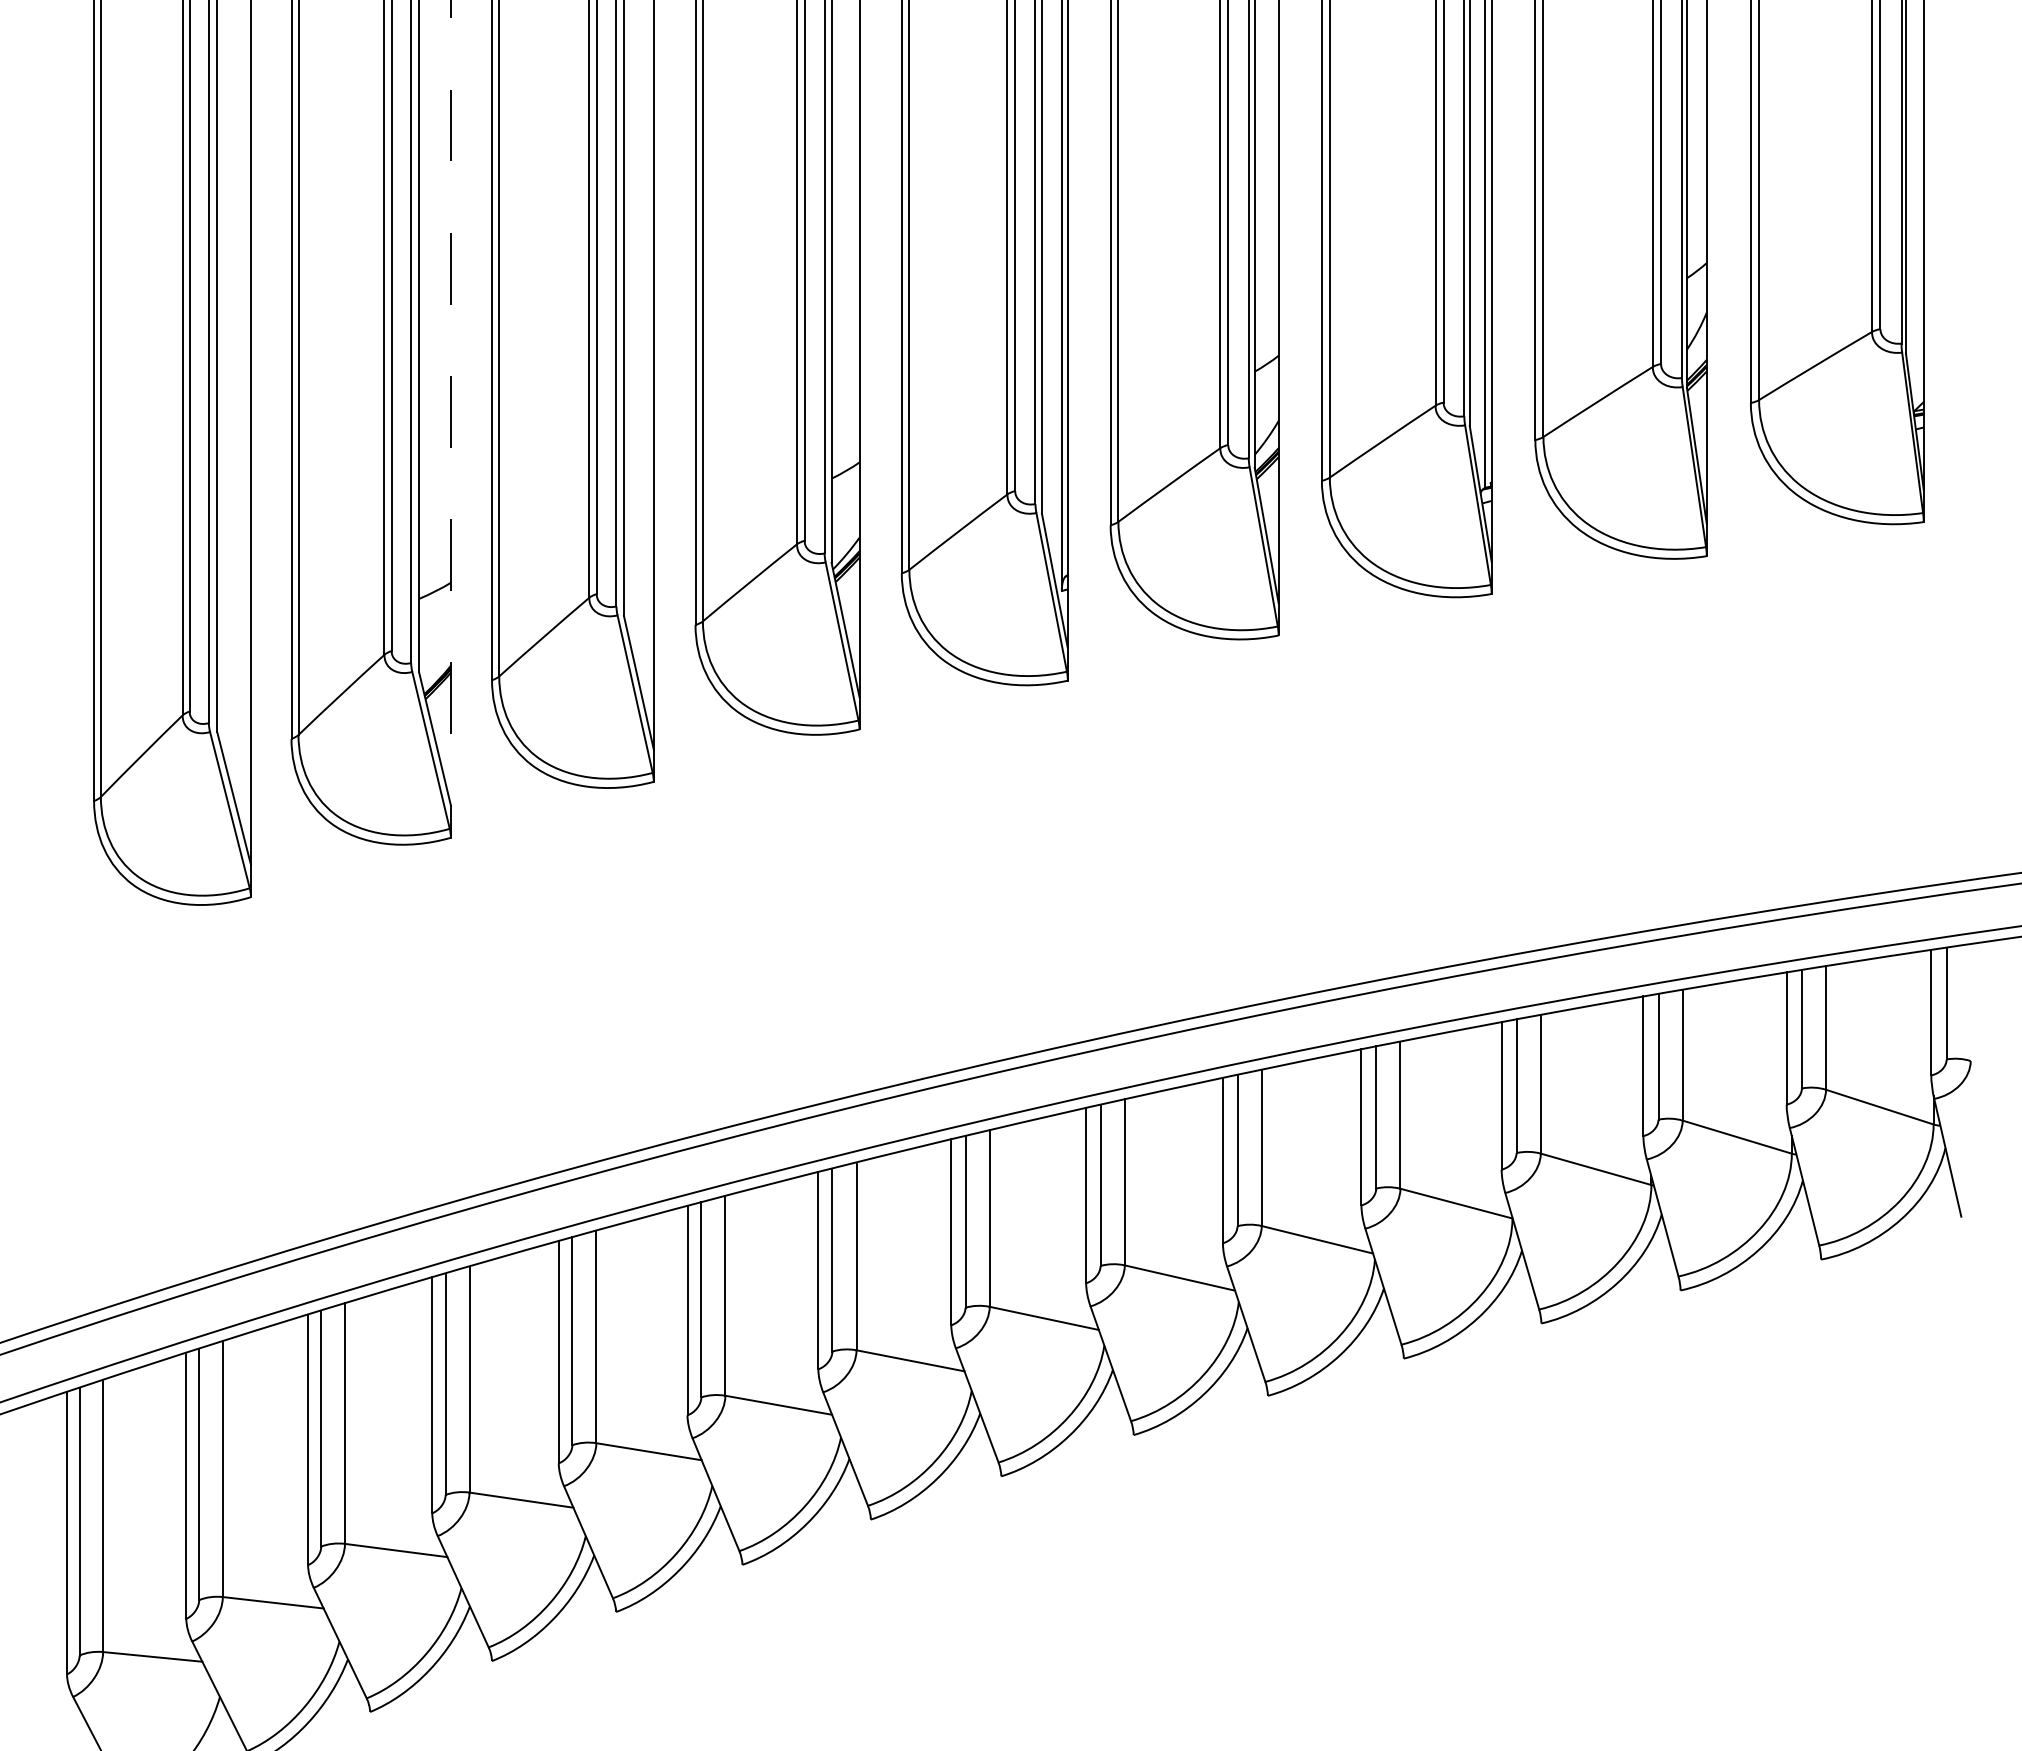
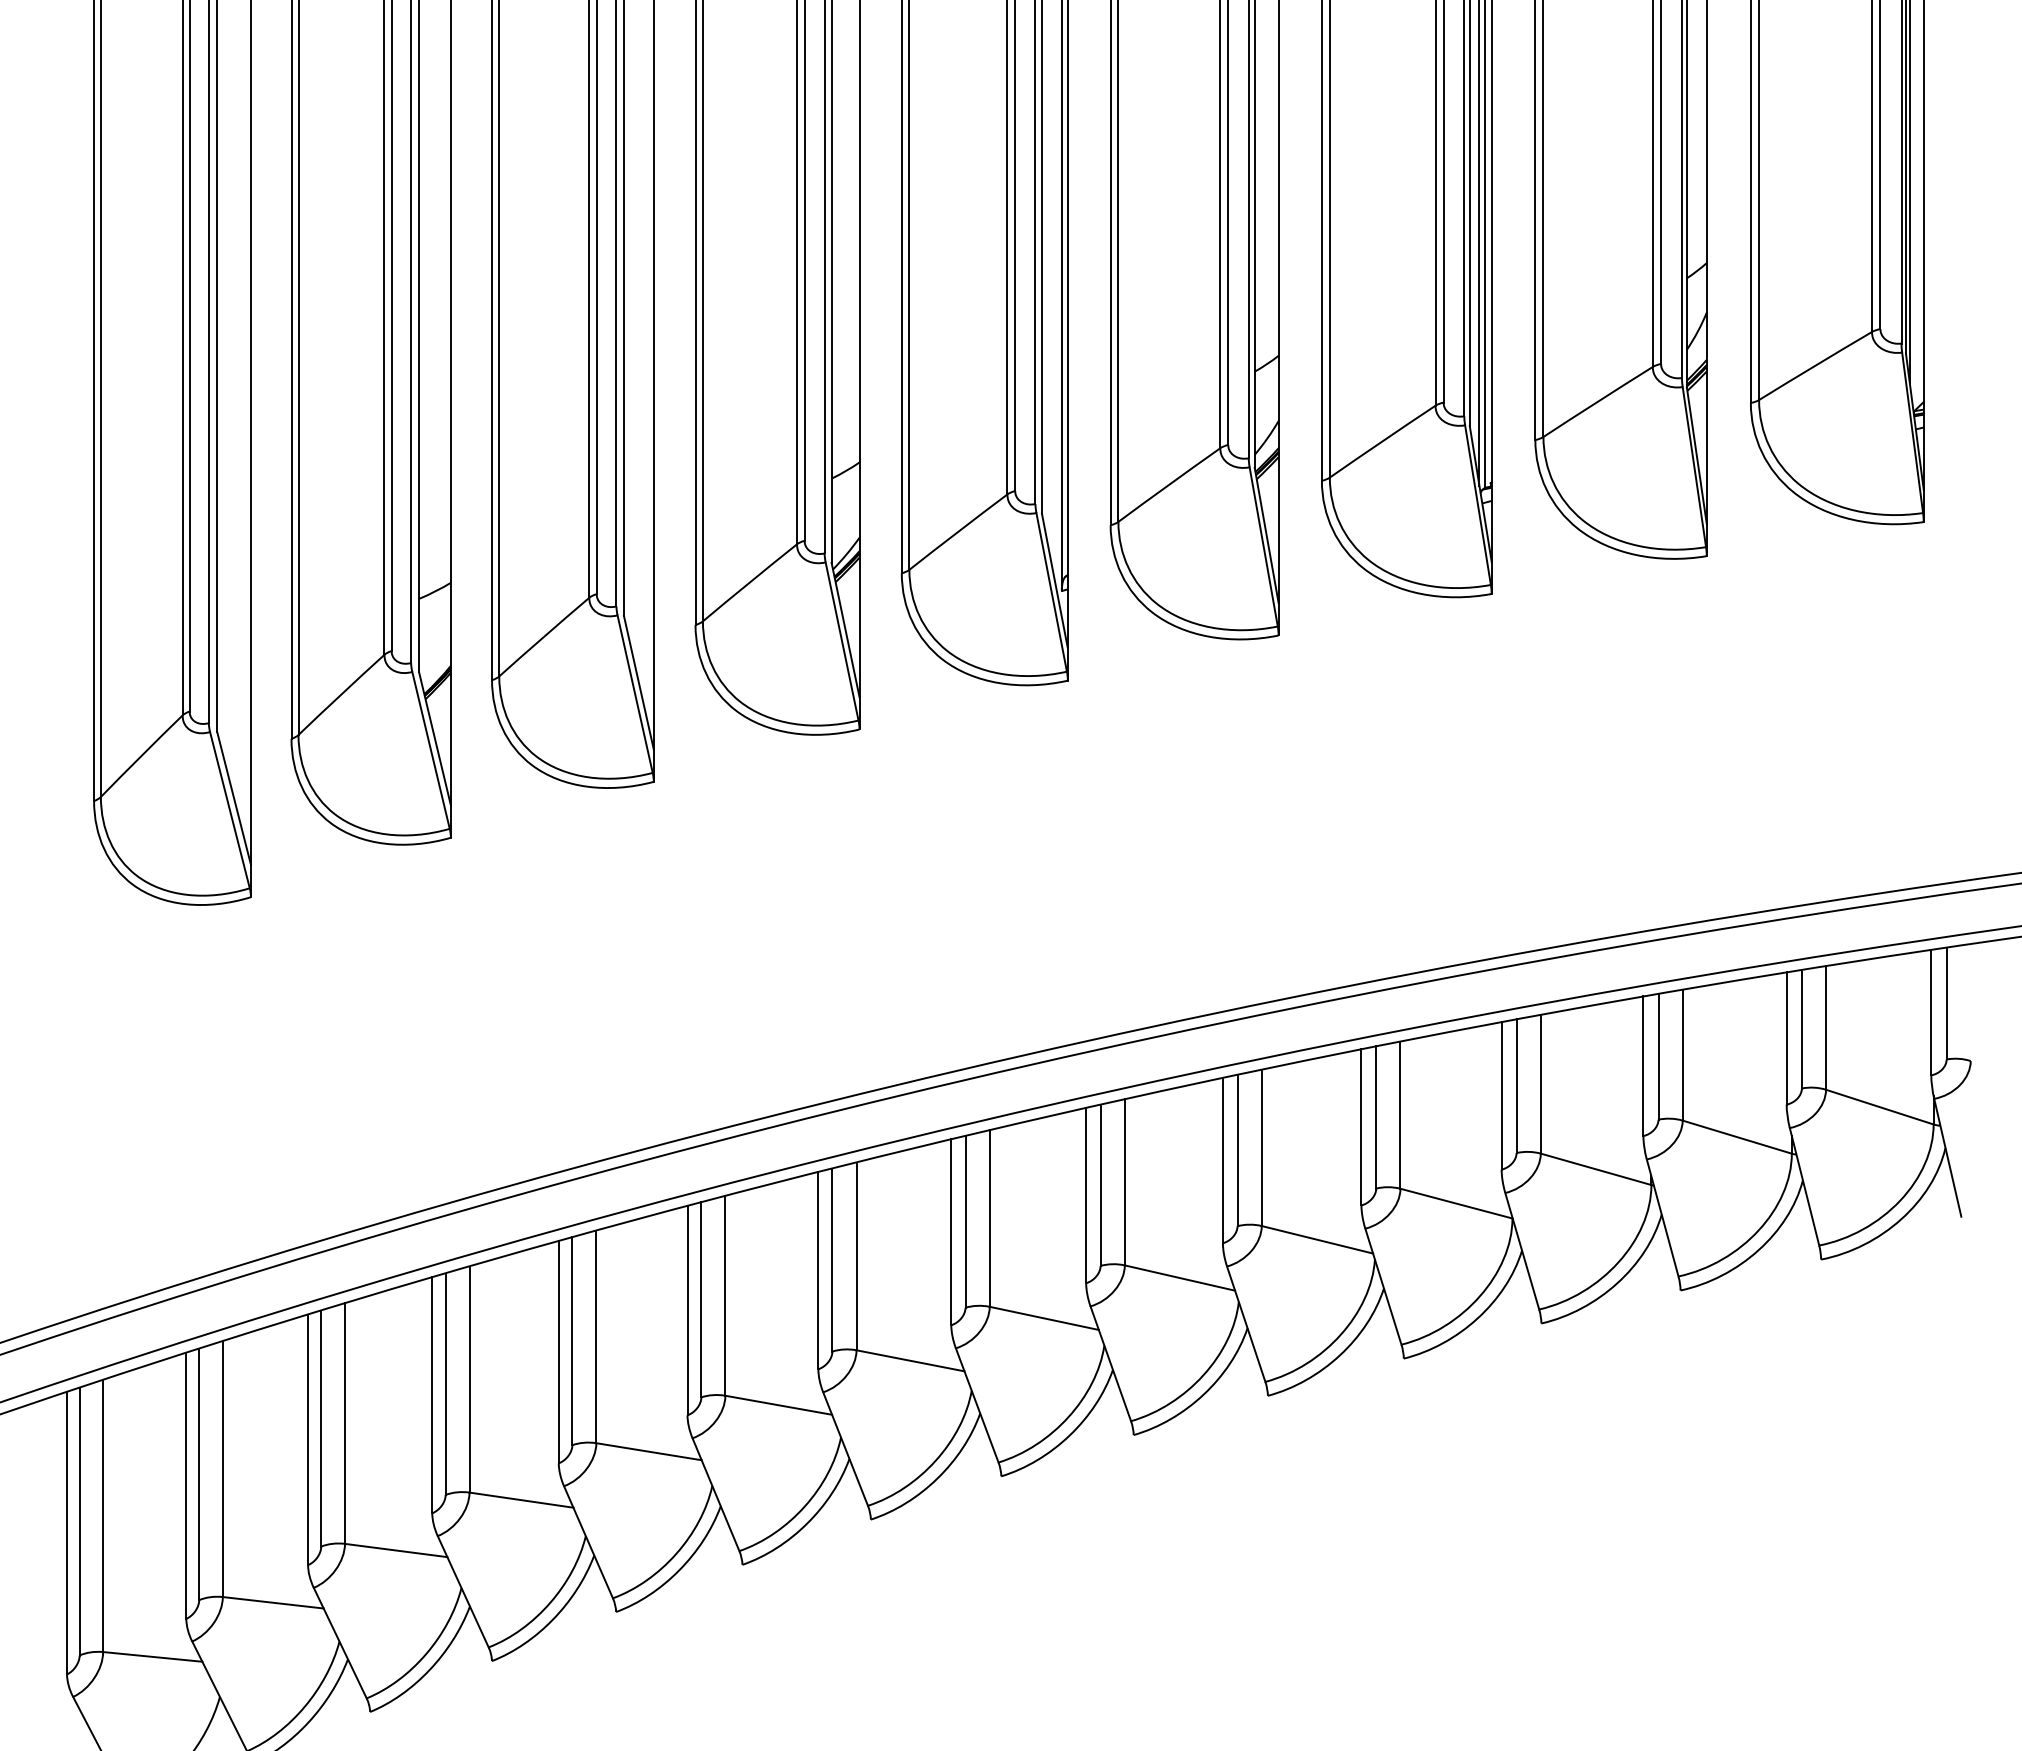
line at (1909, 192): none -> present
line at (1479, 243): none -> present
line at (450, 403): dashed -> solid
